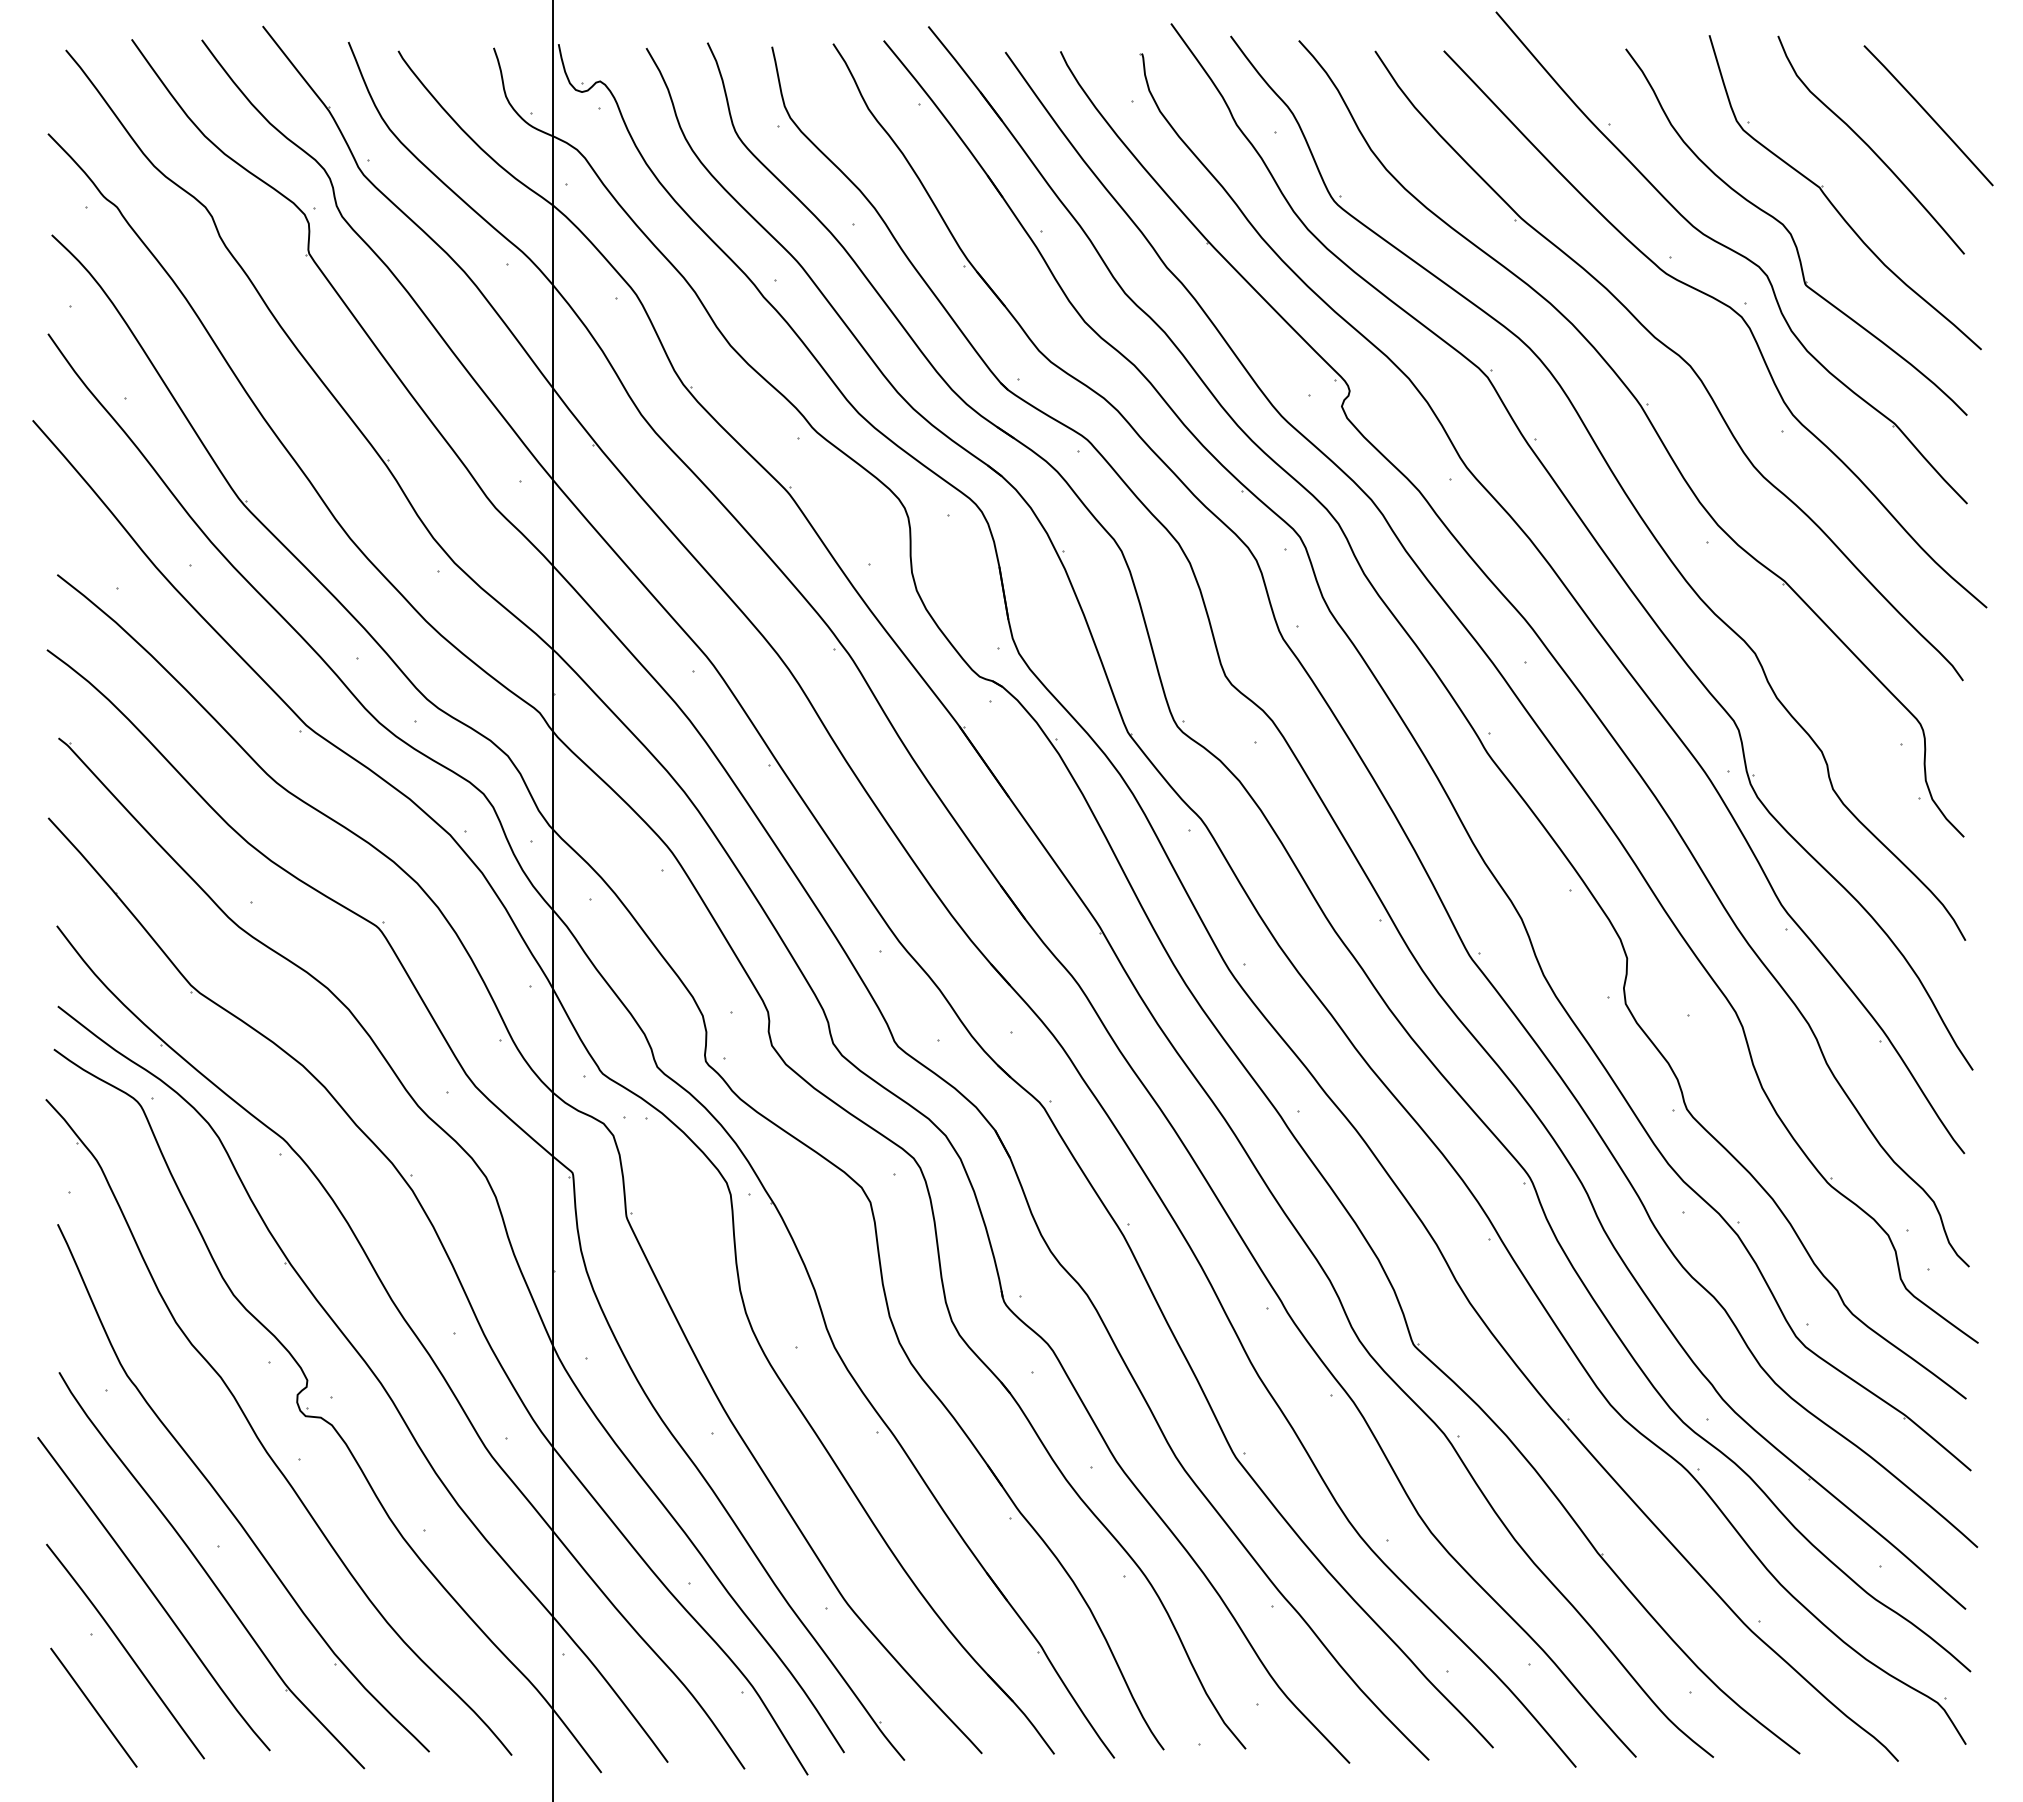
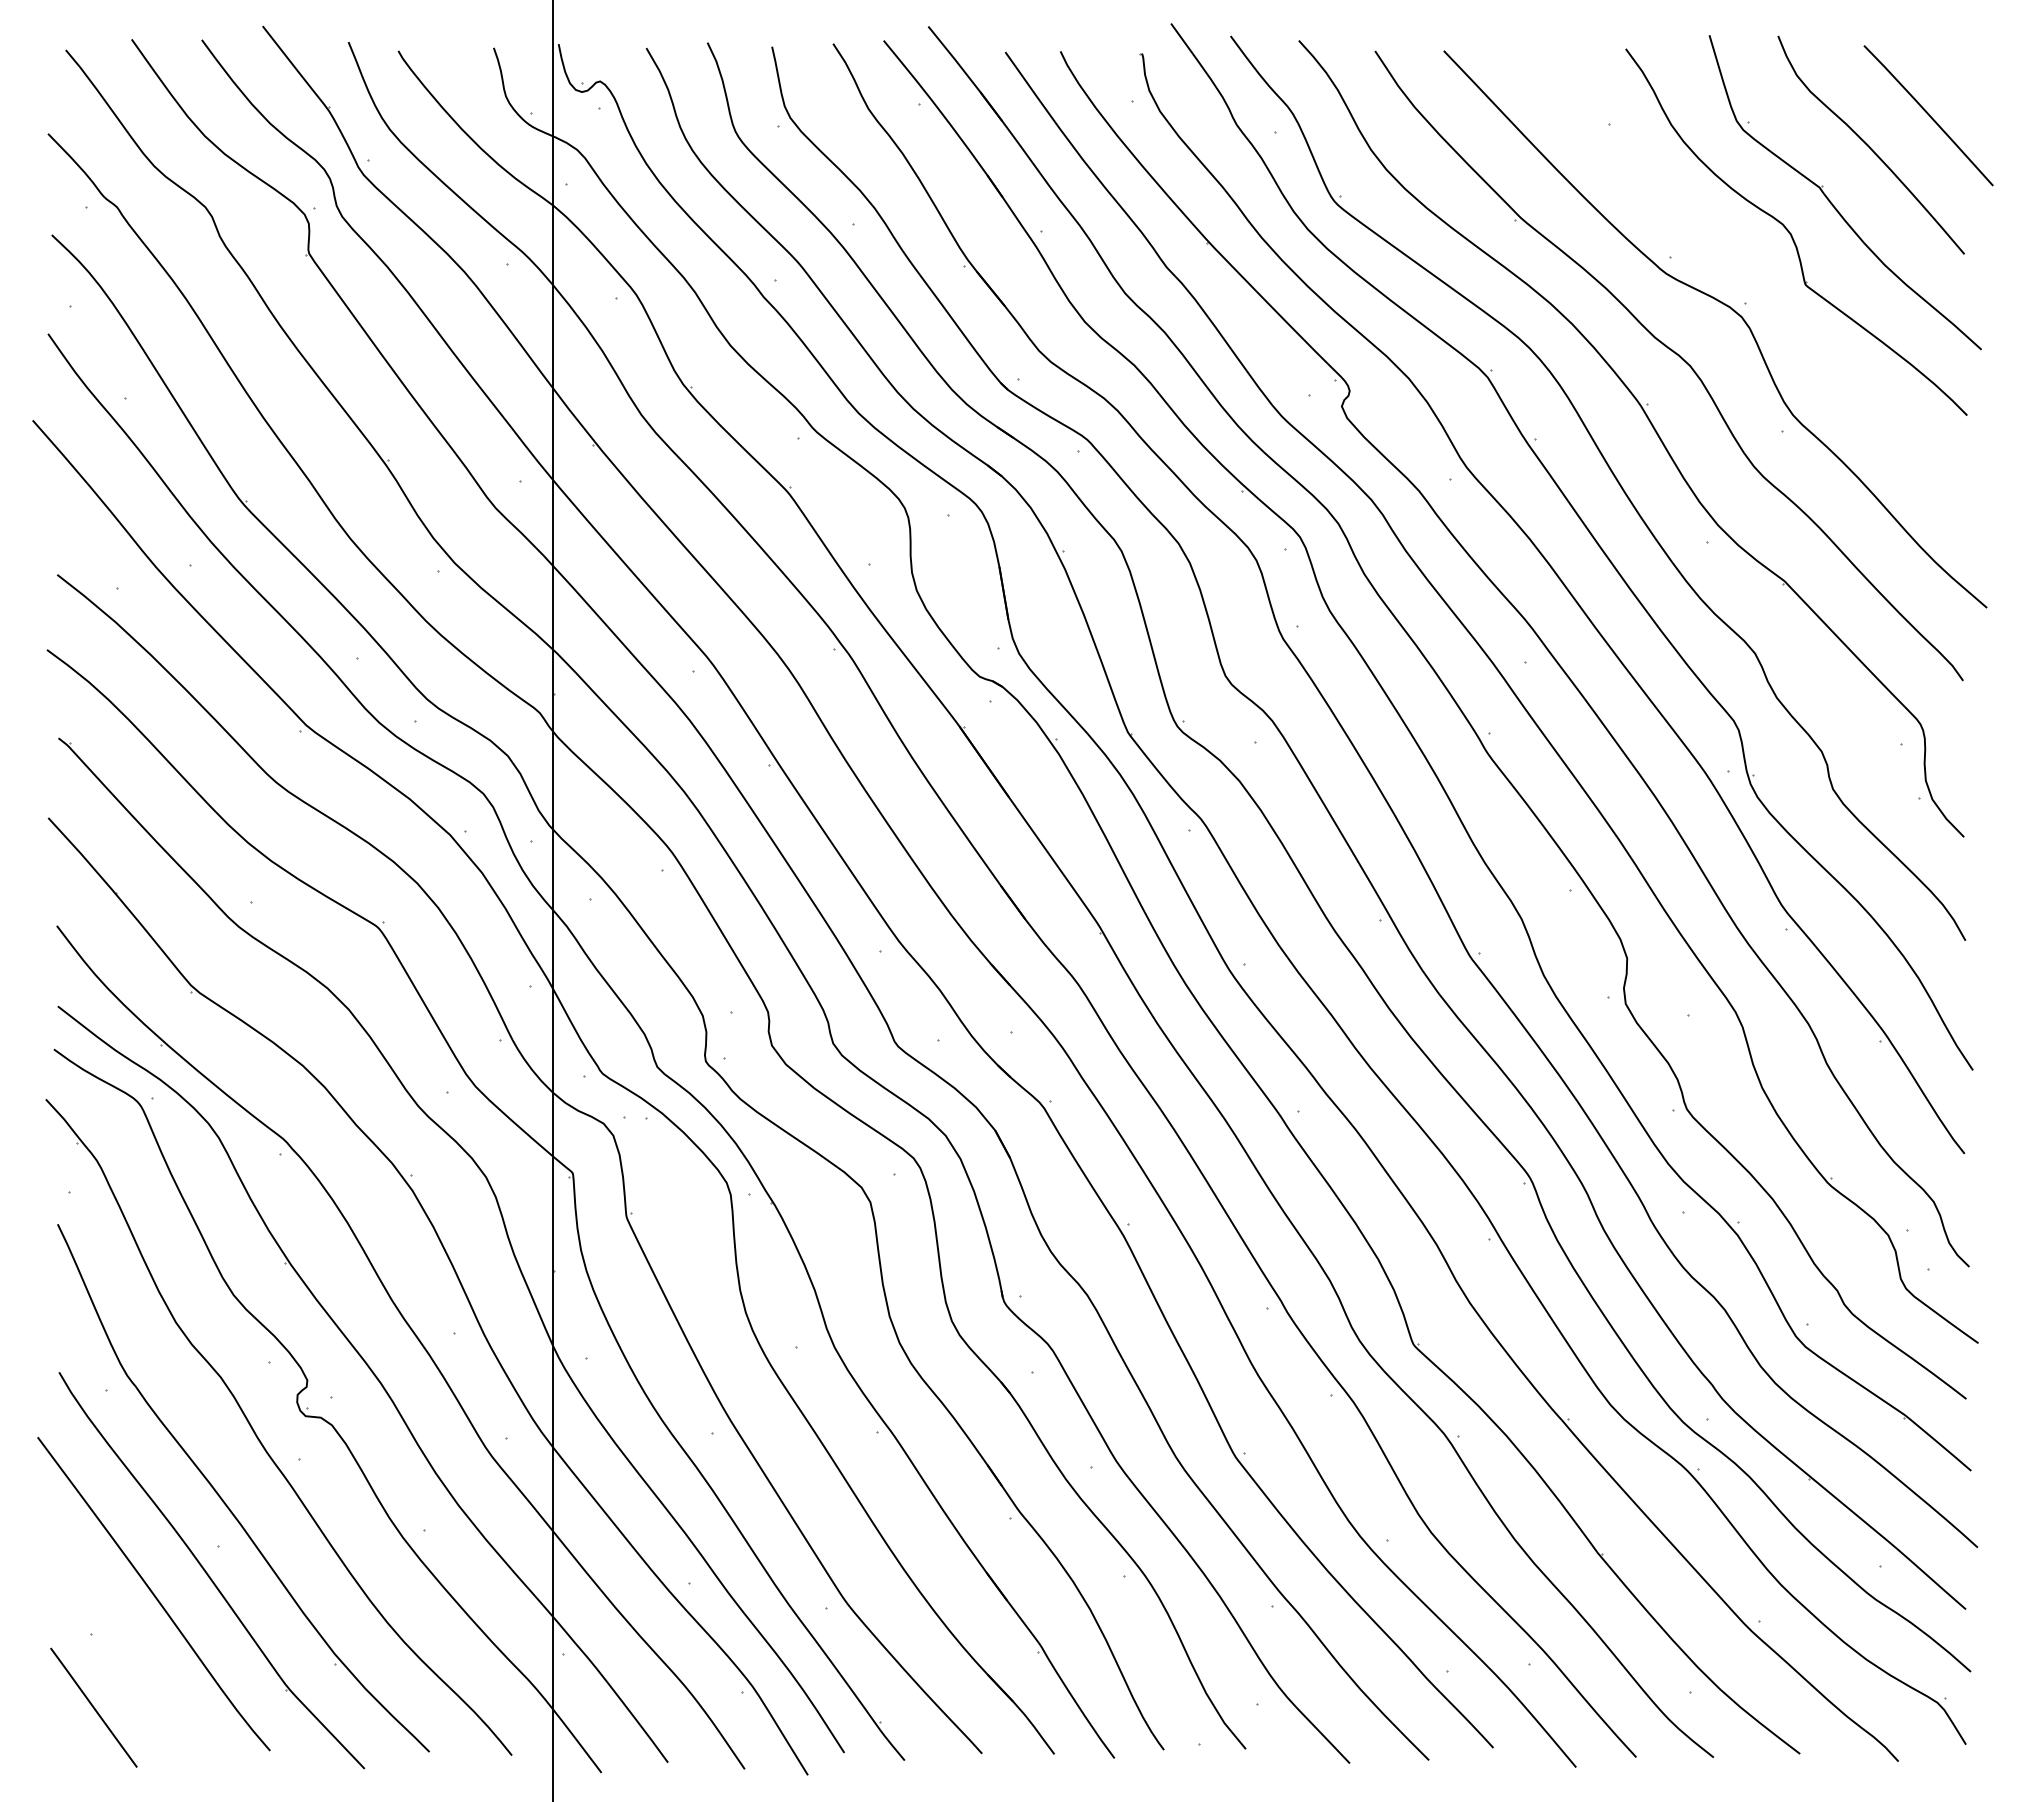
part at (1731, 257): present -> none
curve at (125, 1651): present -> none
